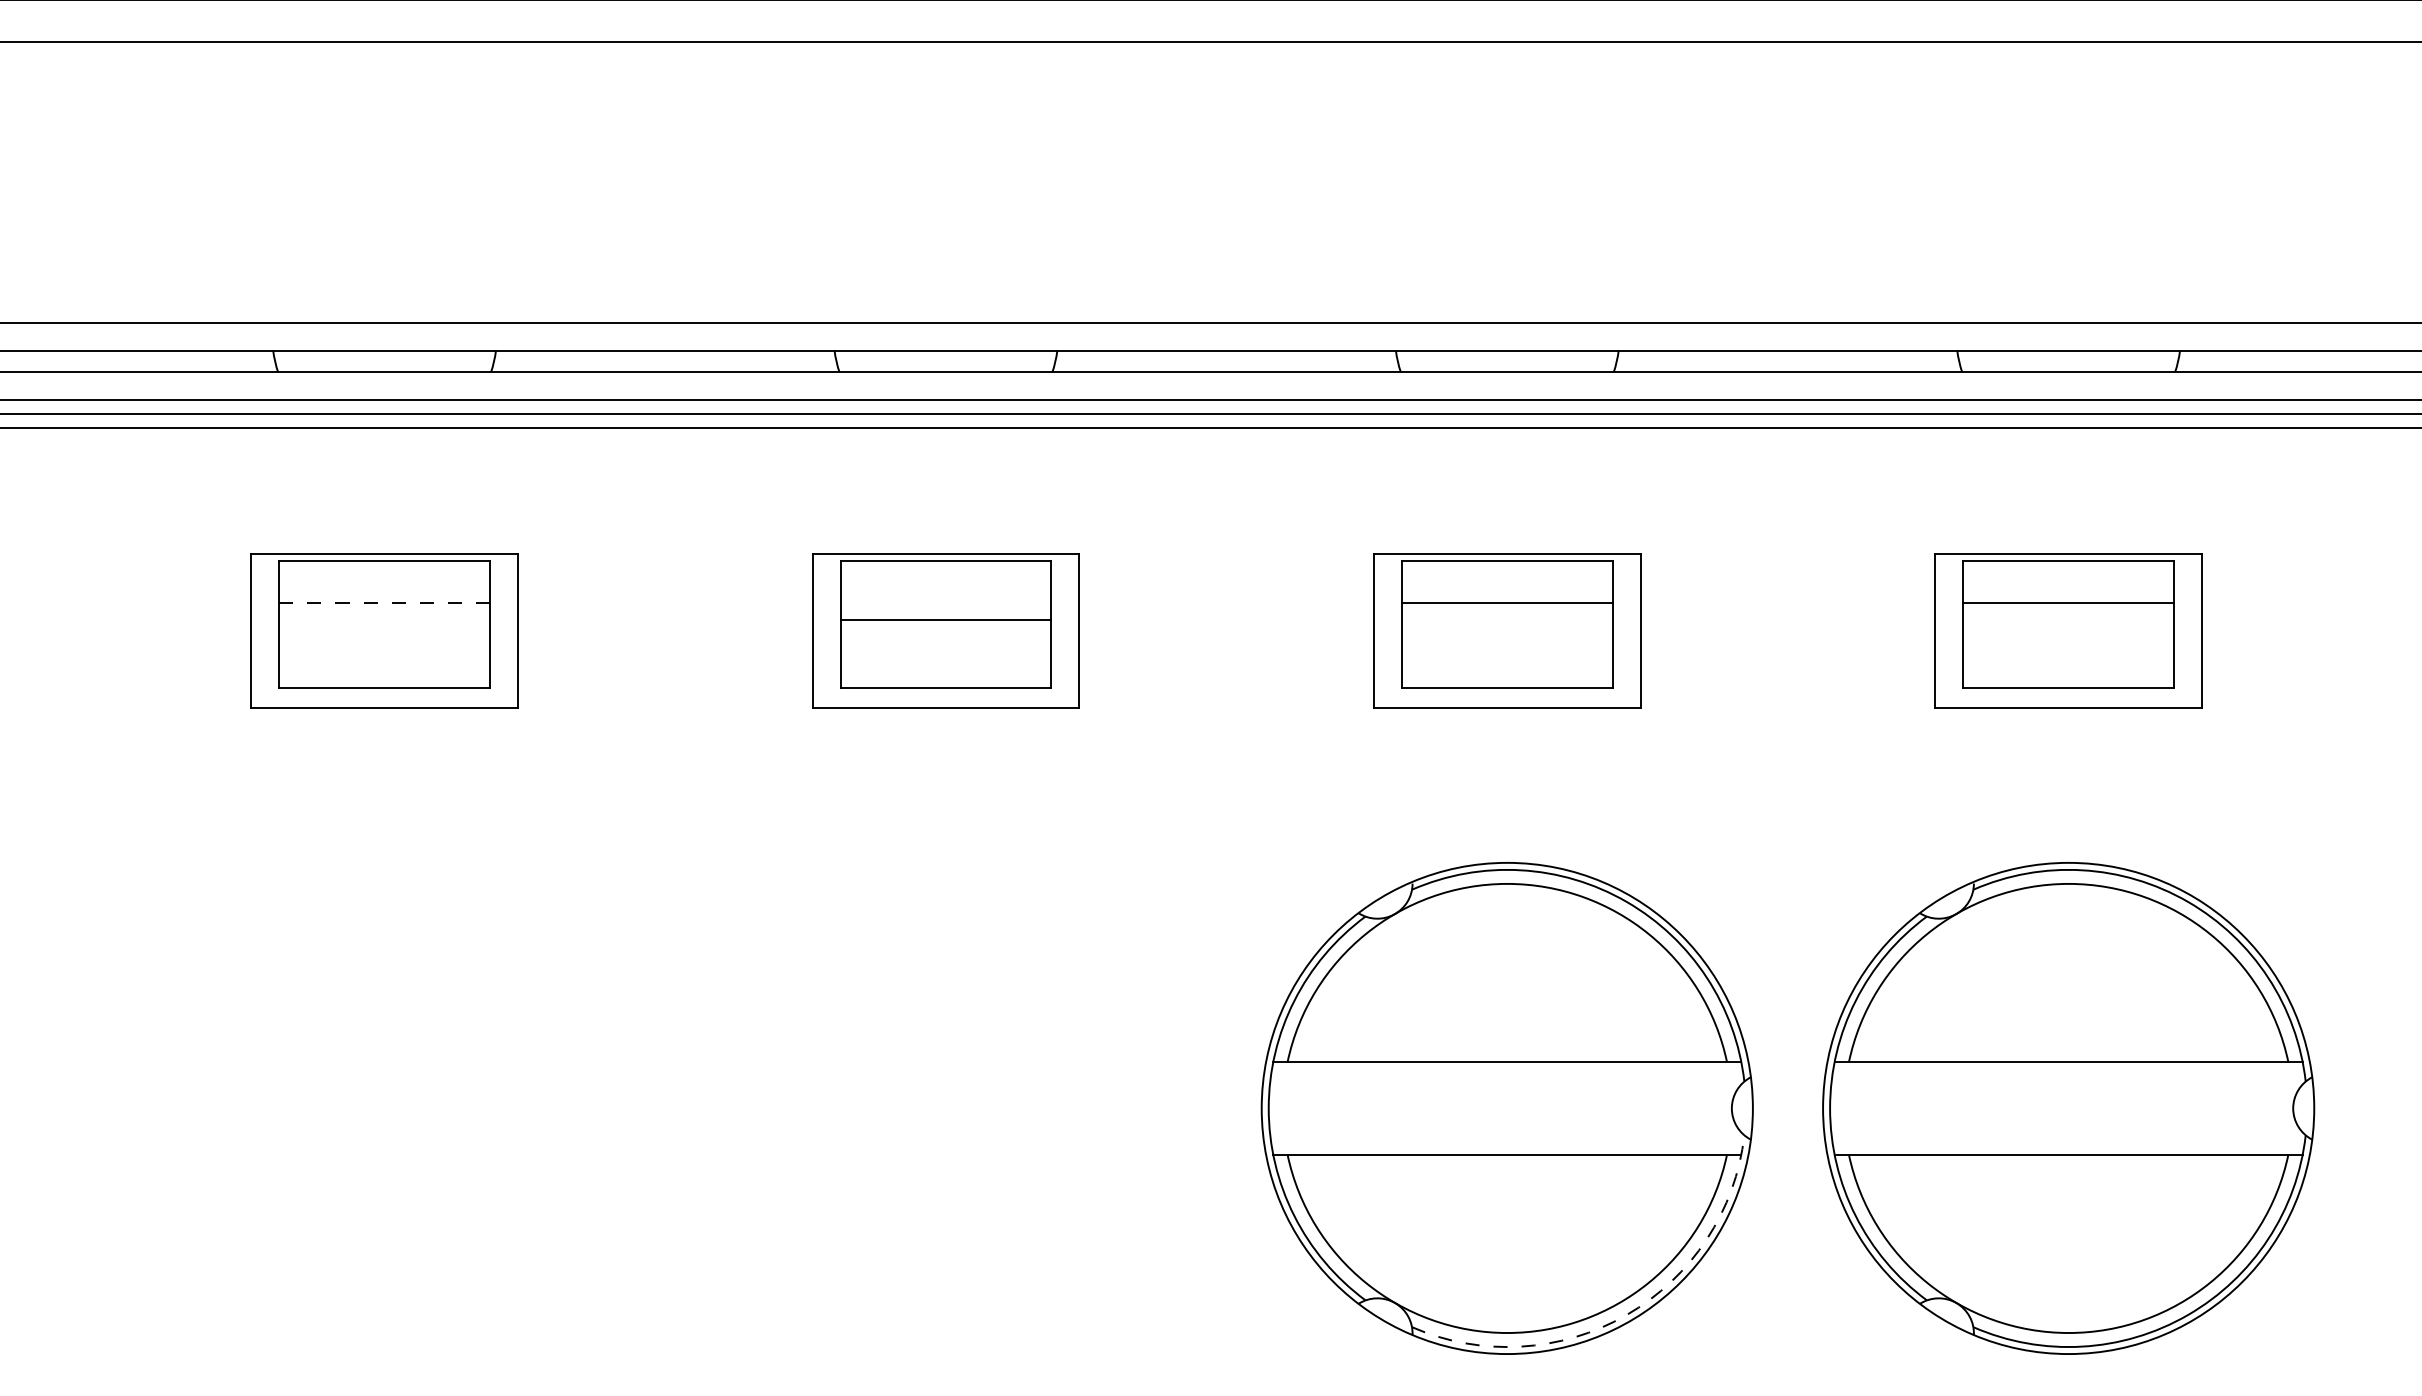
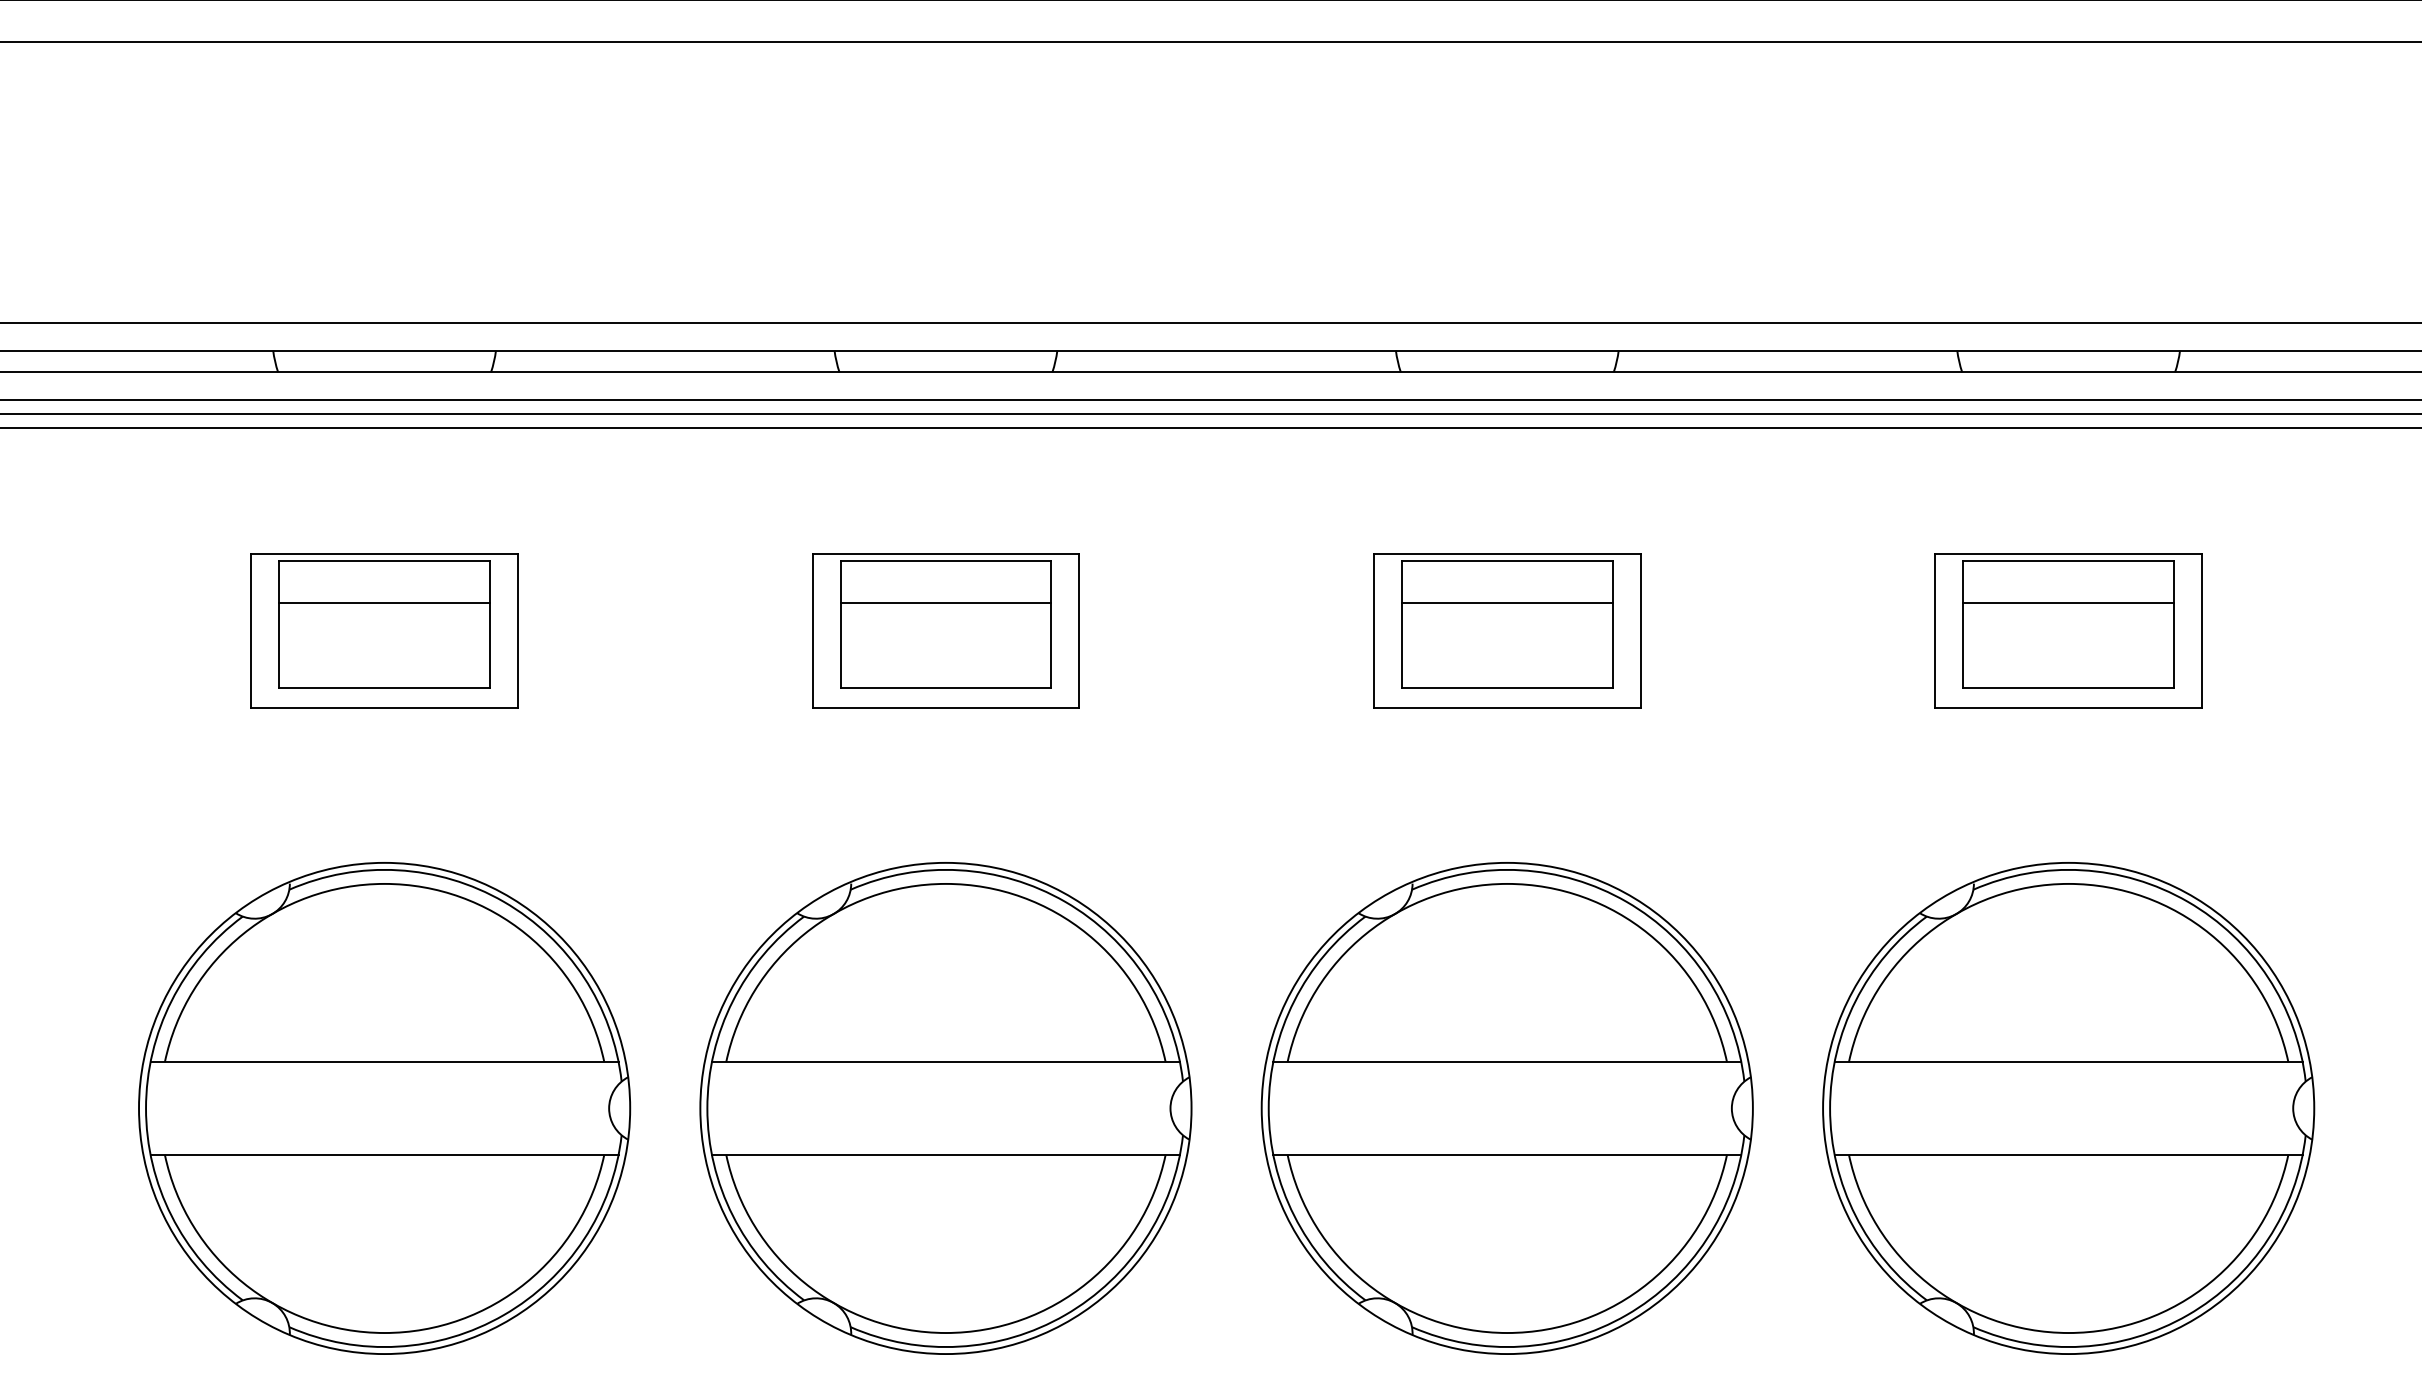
line at (385, 603): dashed -> solid
line at (945, 620) position: (945, 620) -> (945, 603)
part at (384, 1108): none -> present
part at (945, 1108): none -> present
arc at (1626, 1315): dashed -> solid
